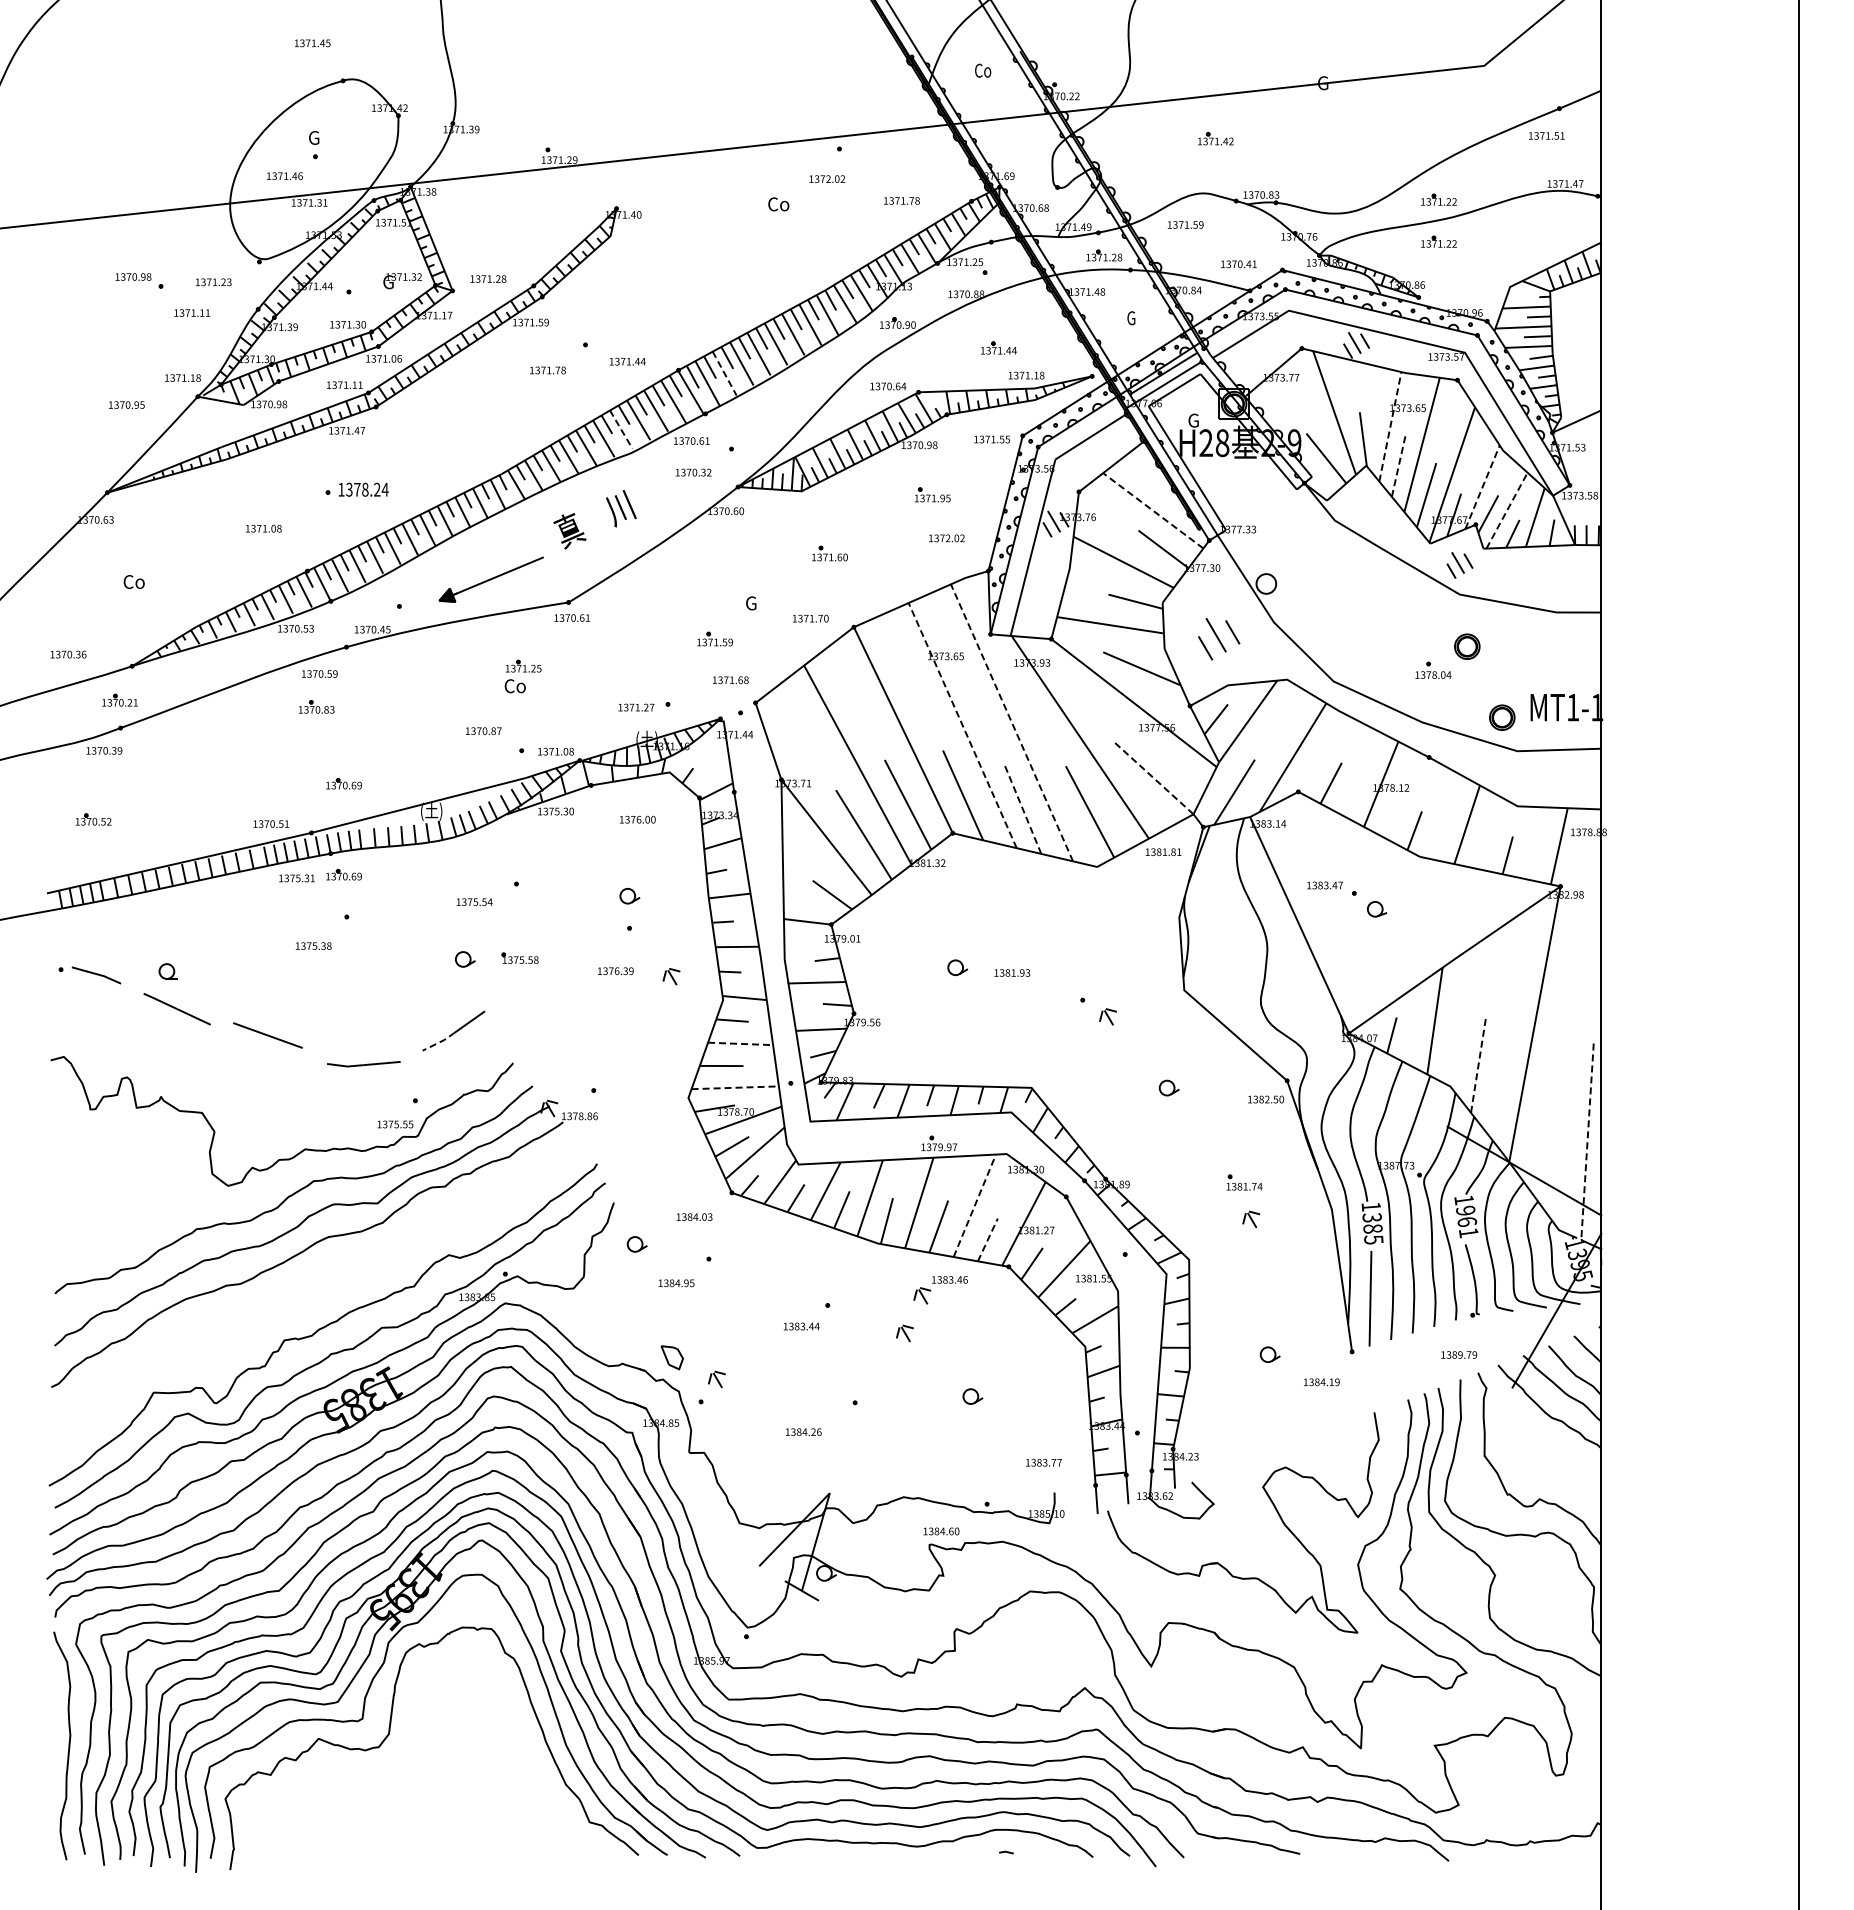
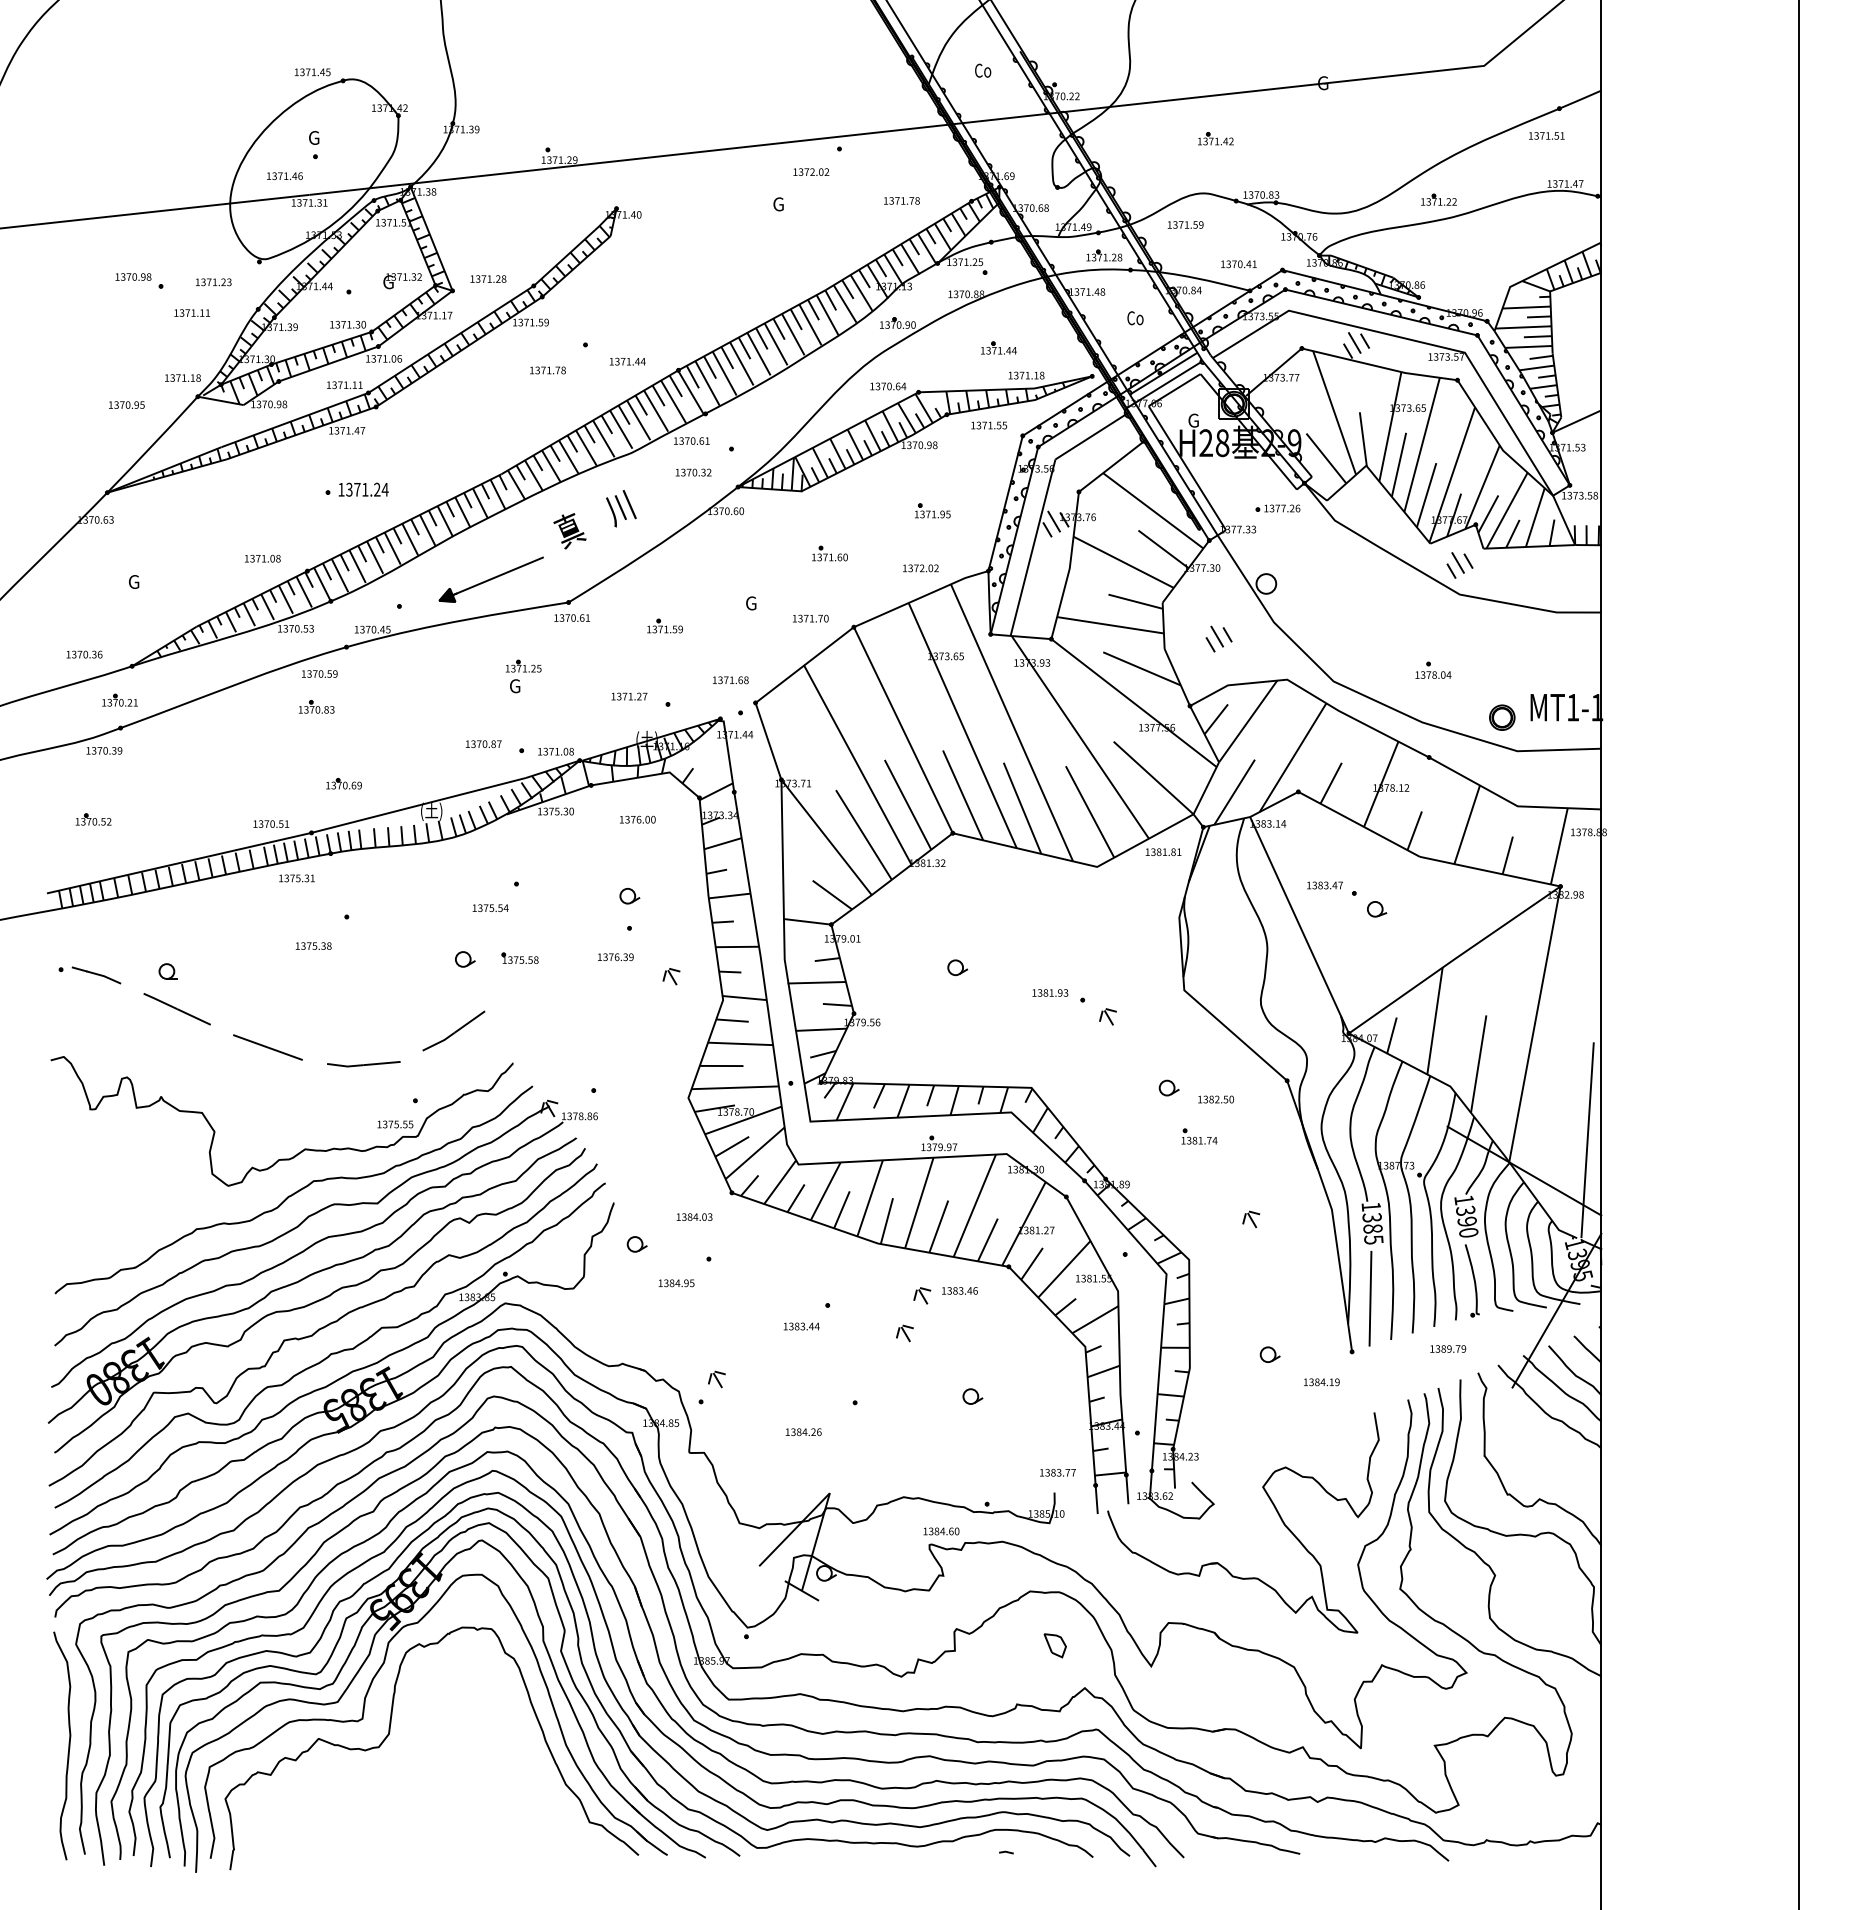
text at (312, 43) position: (312, 43) -> (312, 72)
text at (827, 178) position: (827, 178) -> (811, 171)
text at (778, 204): Co -> G
part at (1438, 241): present -> none
text at (1137, 318): G -> Co
line at (724, 373): dashed -> solid
line at (1390, 426): dashed -> solid
line at (621, 430): dashed -> solid
text at (992, 439) position: (992, 439) -> (989, 425)
line at (1399, 464): dashed -> solid
line at (1482, 486): dashed -> solid
text at (365, 489): 1378.24 -> 1371.24
part at (932, 494) position: (932, 494) -> (932, 510)
part at (1277, 508): none -> present
line at (1153, 510): dashed -> solid
line at (1507, 510): dashed -> solid
text at (263, 528) position: (263, 528) -> (262, 558)
text at (946, 538) position: (946, 538) -> (920, 568)
text at (133, 581): Co -> G
part at (714, 638) position: (714, 638) -> (664, 625)
part at (1219, 639) size: 43x43 px -> 28x28 px
part at (1467, 646): present -> none
text at (68, 654) position: (68, 654) -> (84, 654)
text at (514, 686): Co -> G
text at (636, 707) position: (636, 707) -> (629, 696)
line at (1011, 722): dashed -> solid
line at (962, 725): dashed -> solid
text at (483, 730) position: (483, 730) -> (483, 743)
line at (1153, 778): dashed -> solid
line at (1022, 807): dashed -> solid
part at (343, 874): present -> none
text at (474, 901) position: (474, 901) -> (490, 907)
text at (615, 971) position: (615, 971) -> (615, 957)
text at (1012, 972) position: (1012, 972) -> (1050, 992)
line at (267, 1035) position: (267, 1035) -> (267, 1047)
line at (439, 1042): dashed -> solid
line at (740, 1043): dashed -> solid
line at (1478, 1063): dashed -> solid
line at (735, 1087): dashed -> solid
text at (1265, 1099) position: (1265, 1099) -> (1215, 1099)
line at (1587, 1139): dashed -> solid
part at (1244, 1182) position: (1244, 1182) -> (1199, 1136)
line at (975, 1205): dashed -> solid
text at (1467, 1221): 1961 -> 1390
line at (987, 1239): dashed -> solid
text at (949, 1279) position: (949, 1279) -> (959, 1290)
part at (316, 1295): none -> present
text at (1459, 1354) position: (1459, 1354) -> (1448, 1348)
part at (671, 1357) position: (671, 1357) -> (1054, 1645)
text at (1043, 1462) position: (1043, 1462) -> (1057, 1472)
